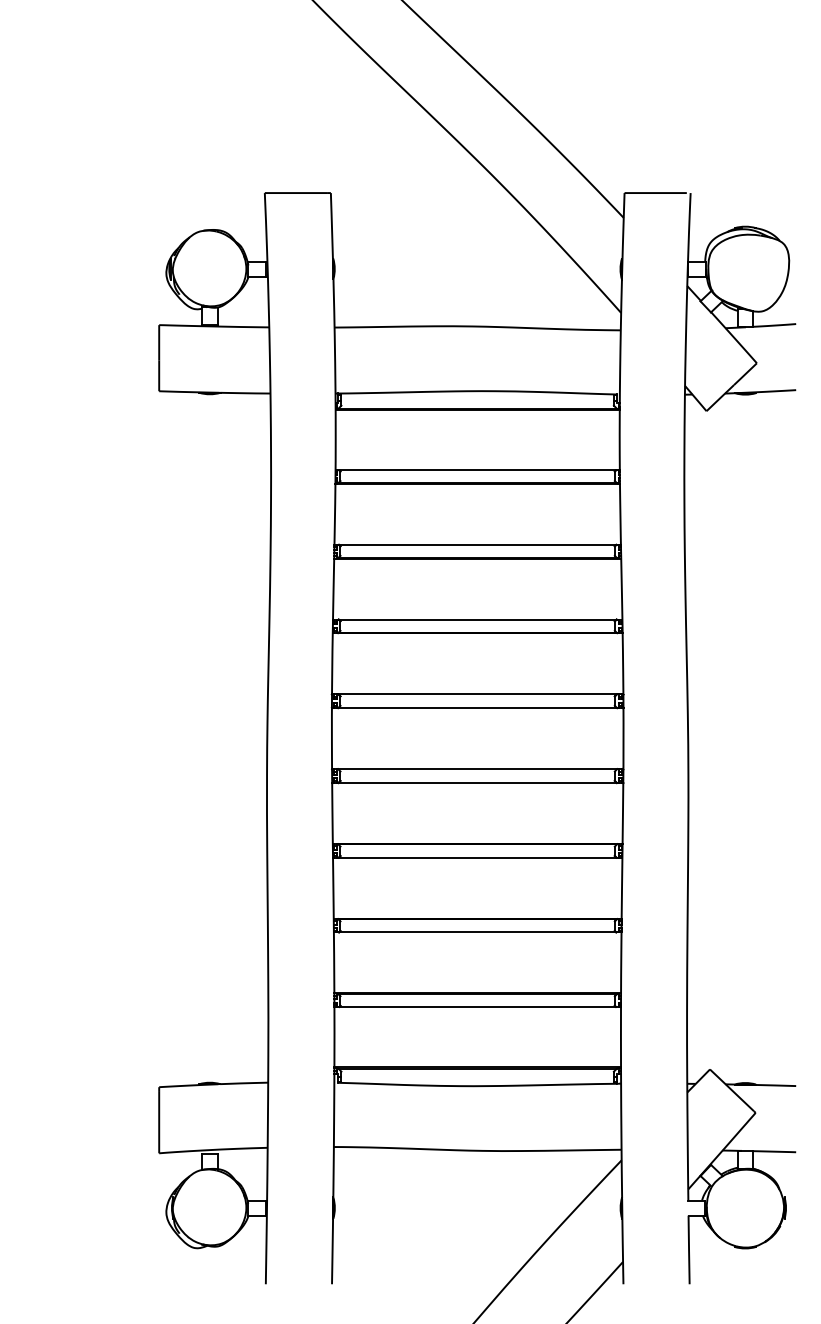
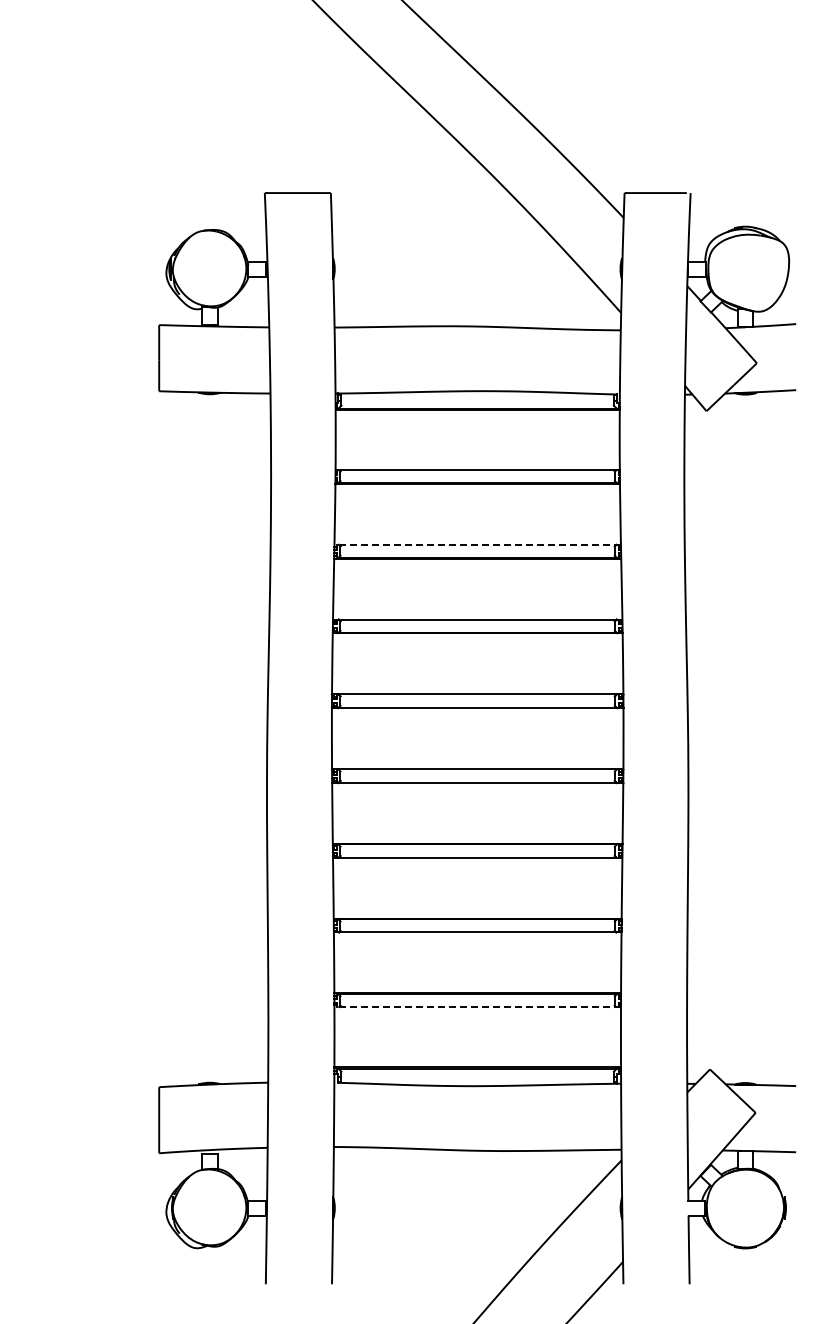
line at (477, 544): solid -> dashed
line at (477, 1006): solid -> dashed
